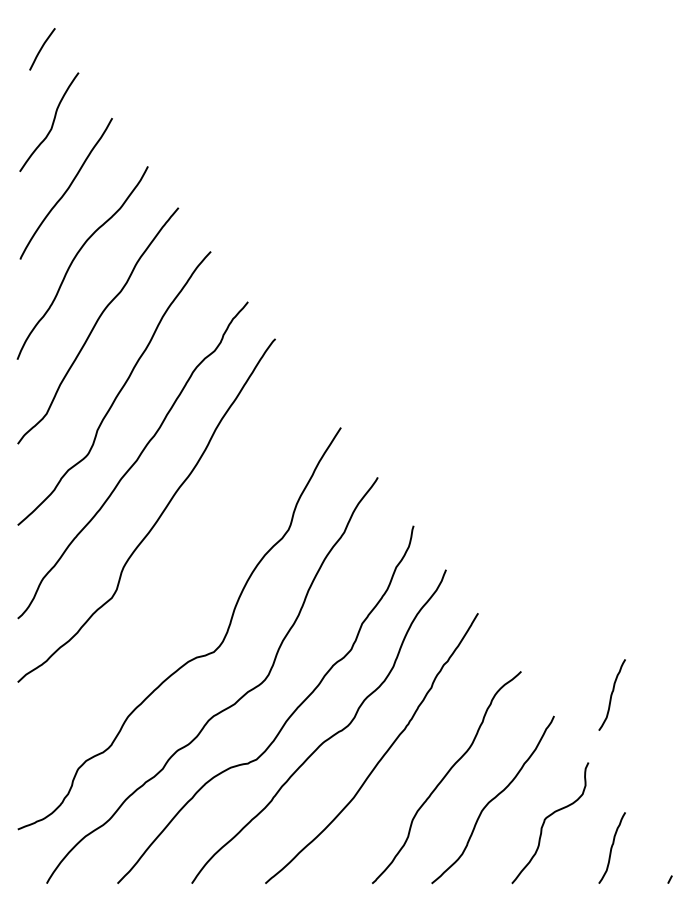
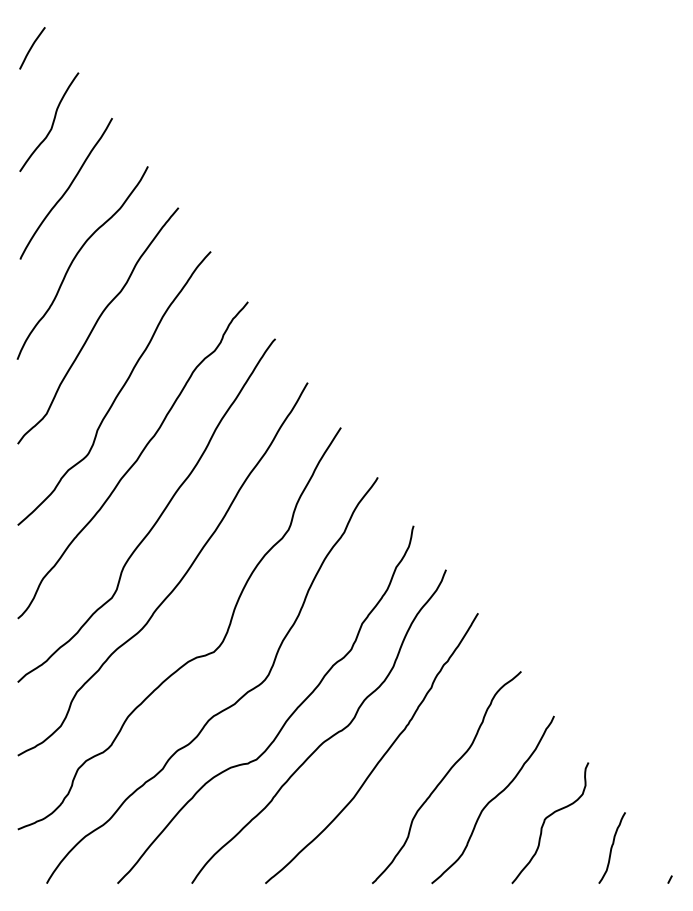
curve at (42, 48) position: (42, 48) -> (32, 47)
curve at (179, 580): none -> present
curve at (611, 694): present -> none
